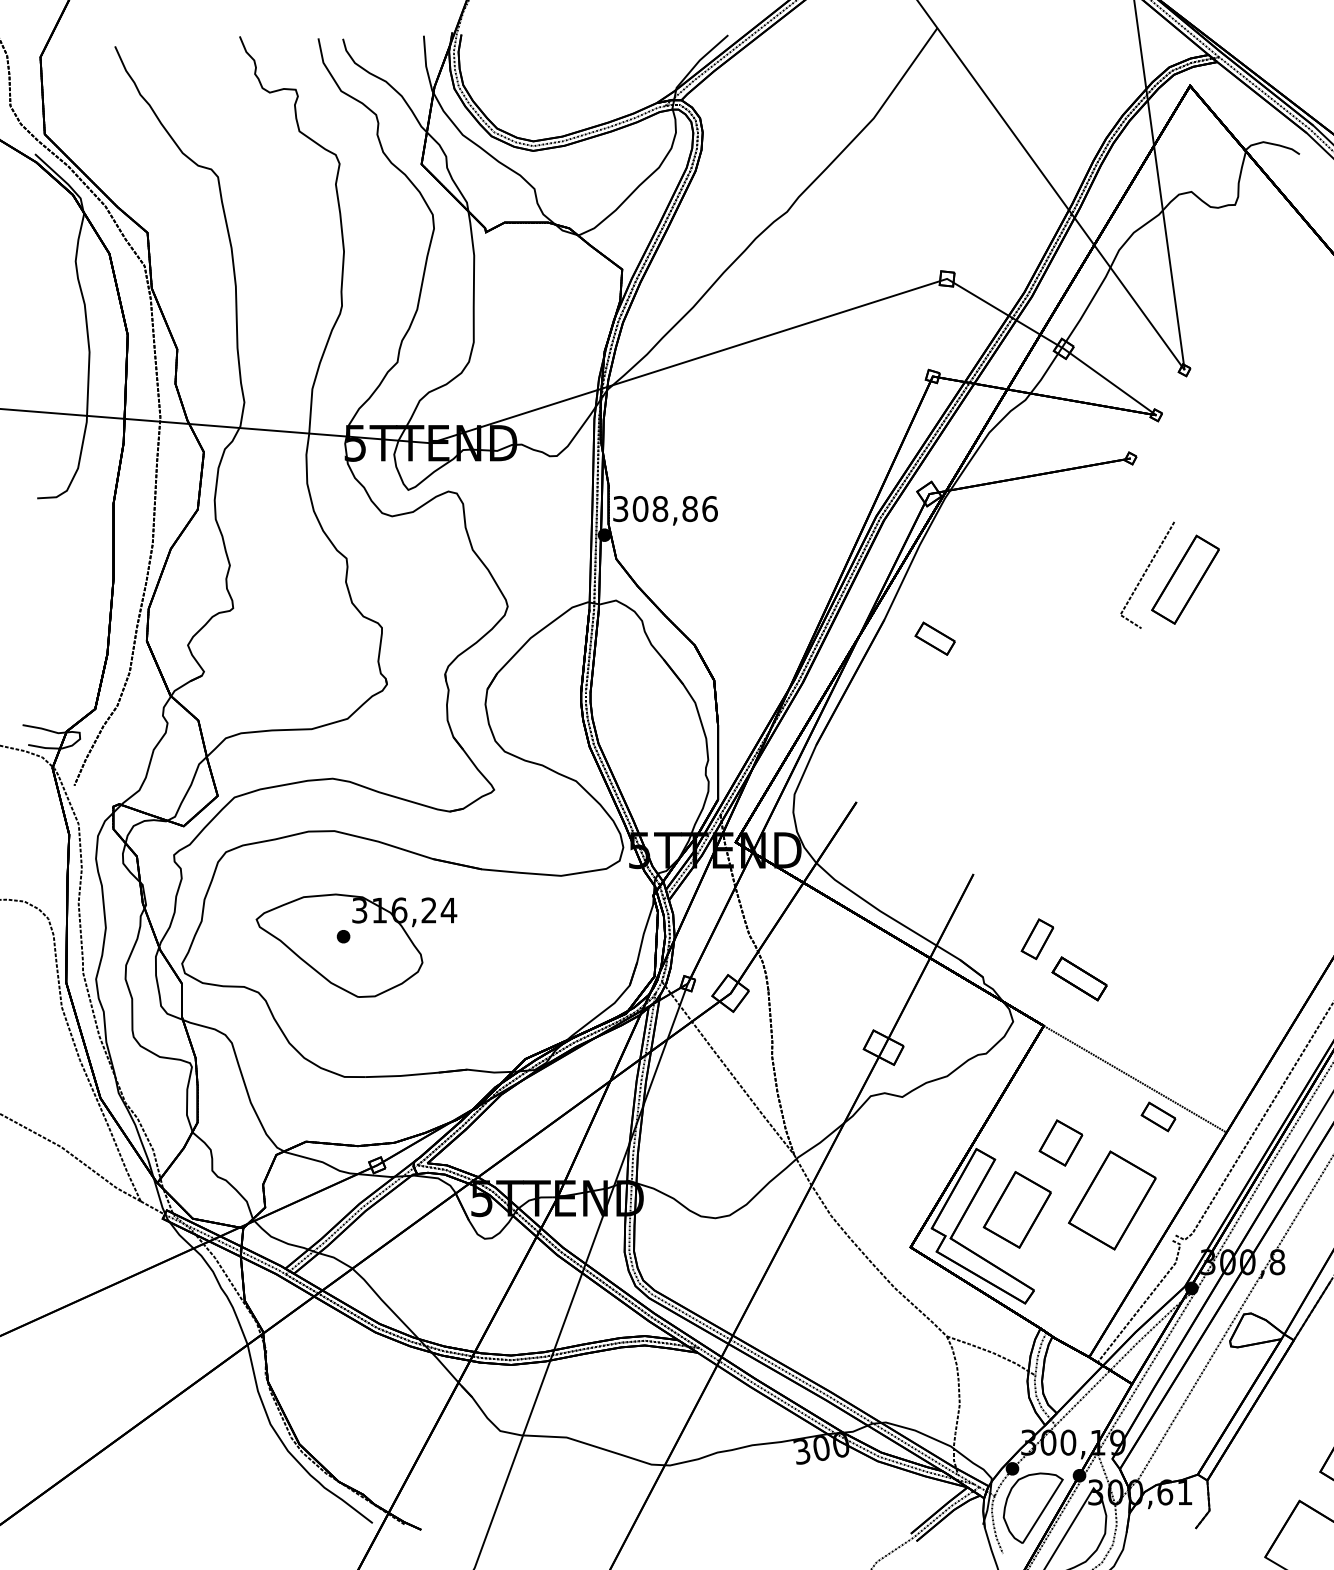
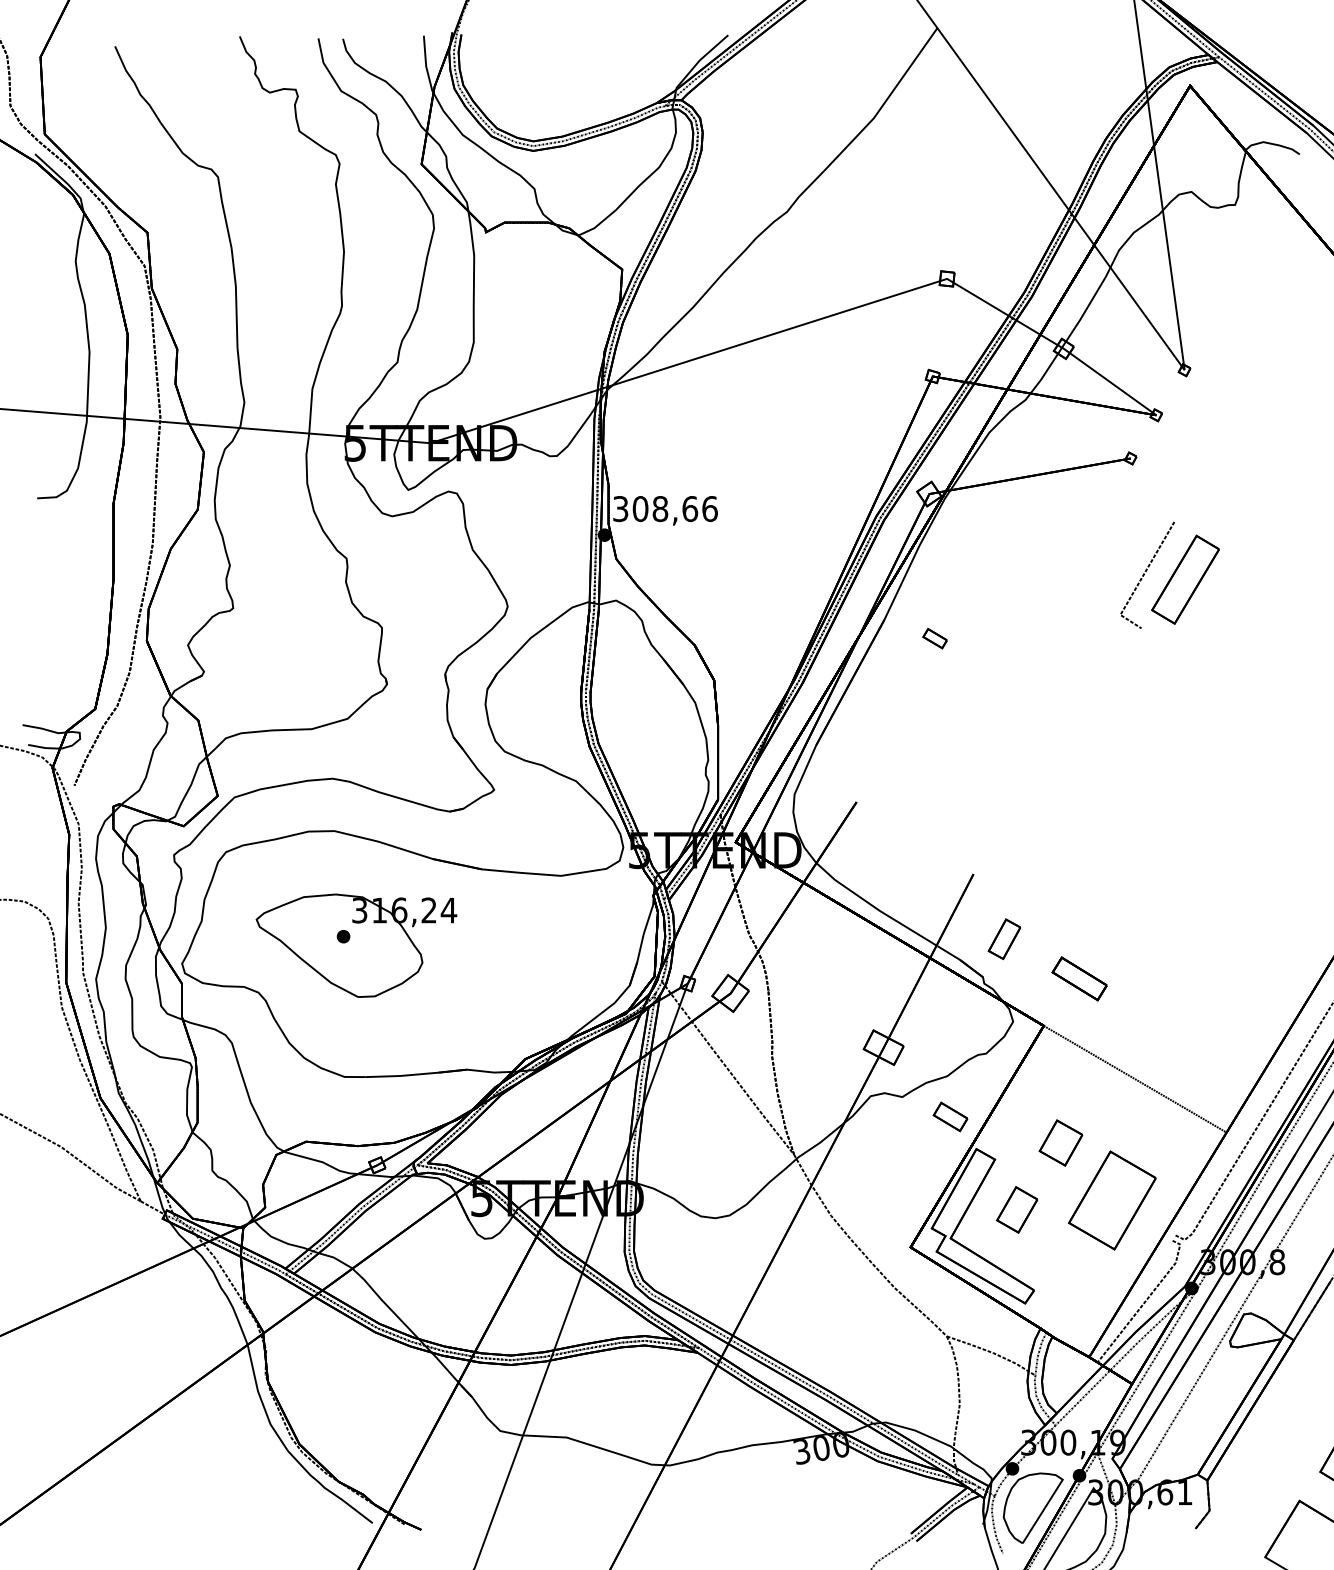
text at (690, 508): 308,86 -> 308,66
part at (934, 638) size: 42x35 px -> 26x22 px
part at (1037, 939) position: (1037, 939) -> (1004, 939)
part at (1158, 1116) position: (1158, 1116) -> (950, 1116)
part at (1016, 1209) size: 70x78 px -> 43x48 px
